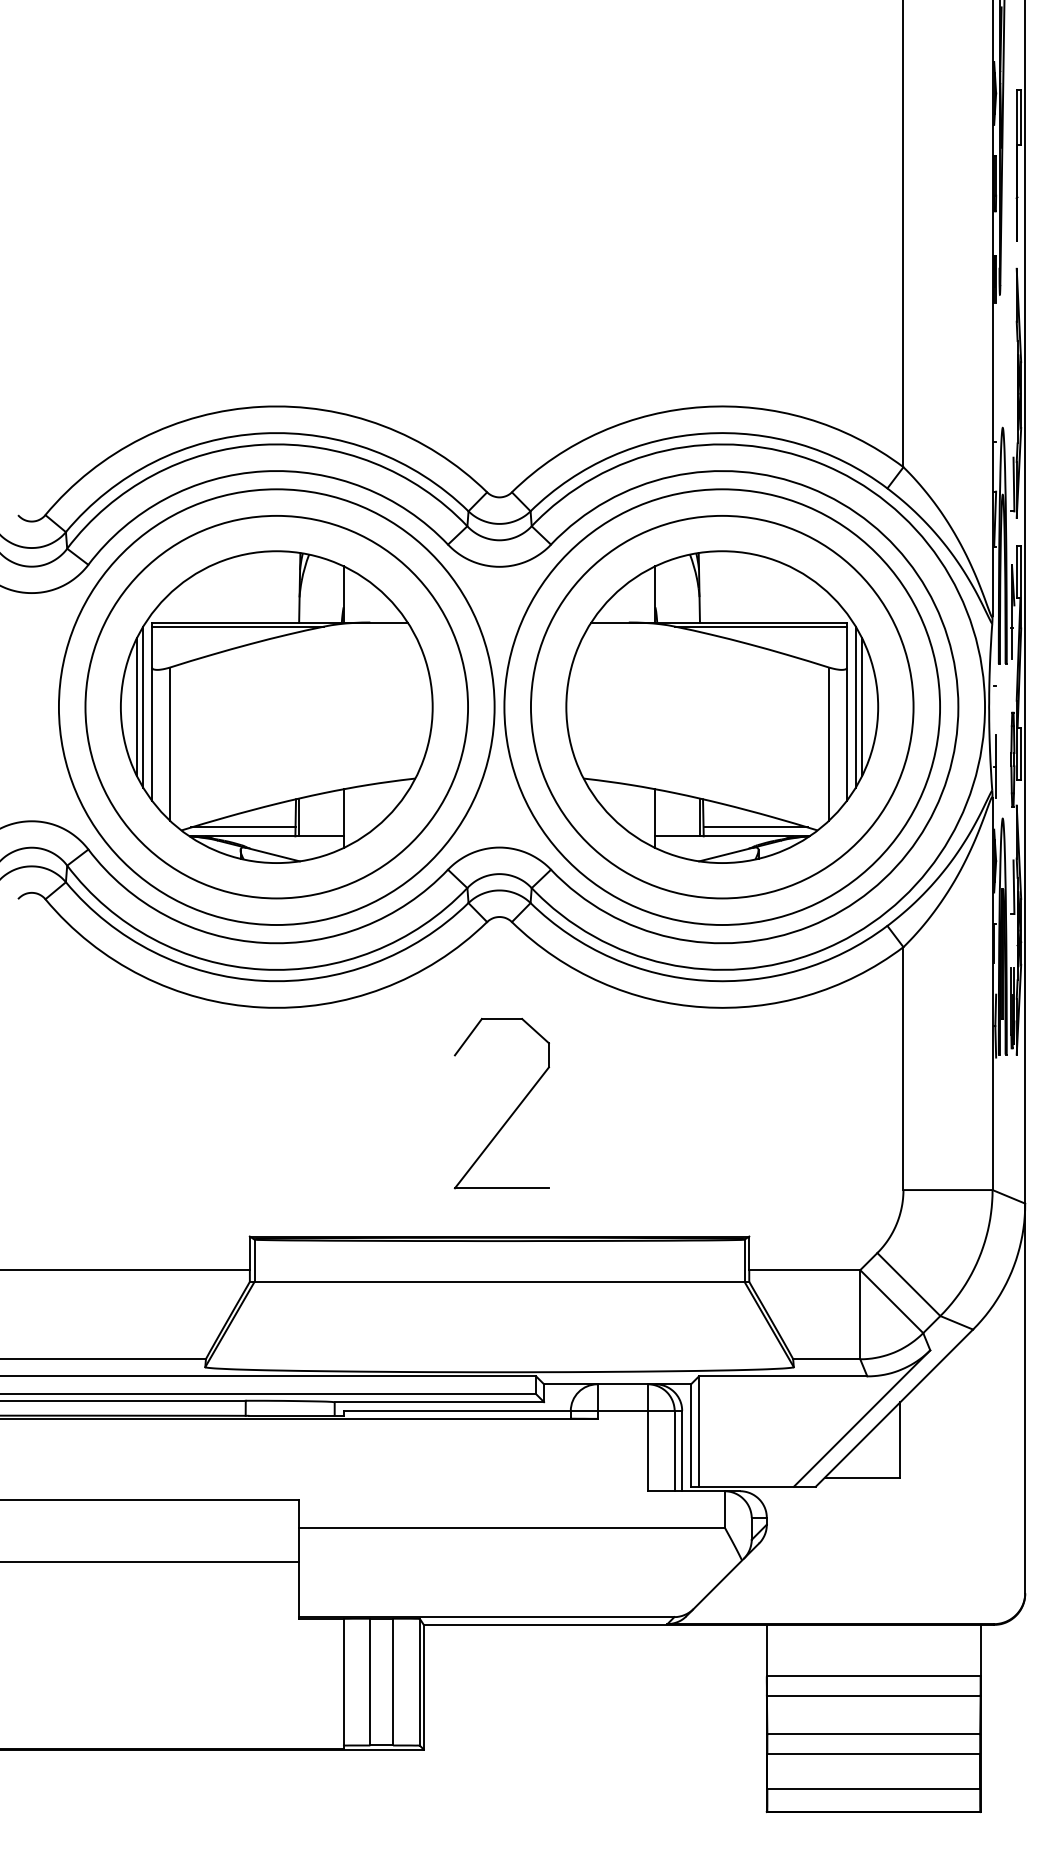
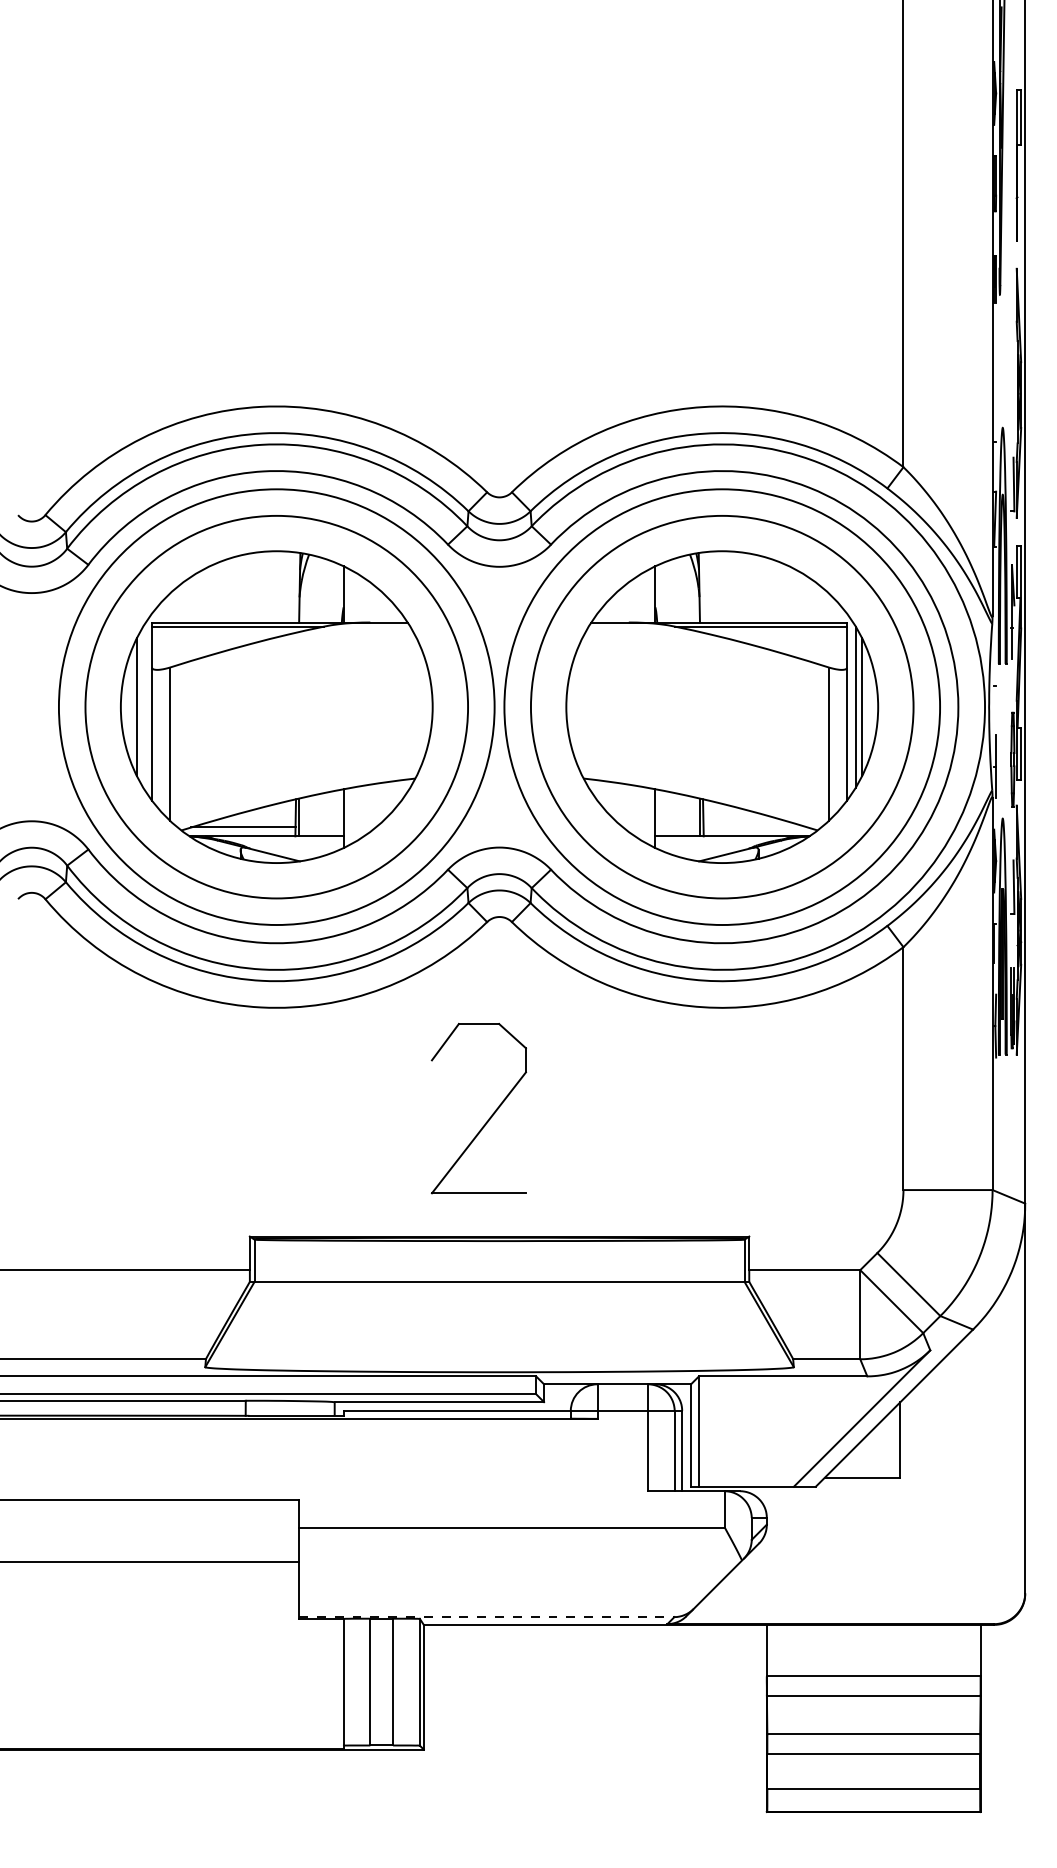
line at (143, 706): present -> none
line at (755, 827): present -> none
part at (511, 1113) position: (511, 1113) -> (488, 1118)
line at (486, 1617): solid -> dashed
